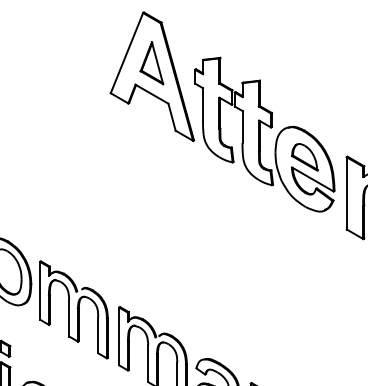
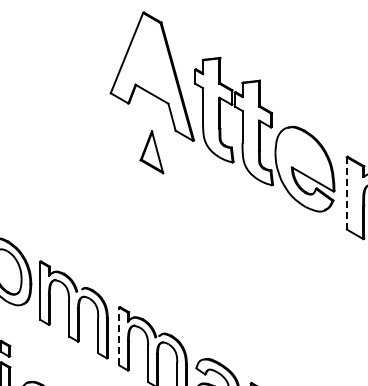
part at (151, 63) position: (151, 63) -> (151, 152)
part at (304, 157): present -> none
line at (346, 192): solid -> dashed
line at (119, 336): solid -> dashed
